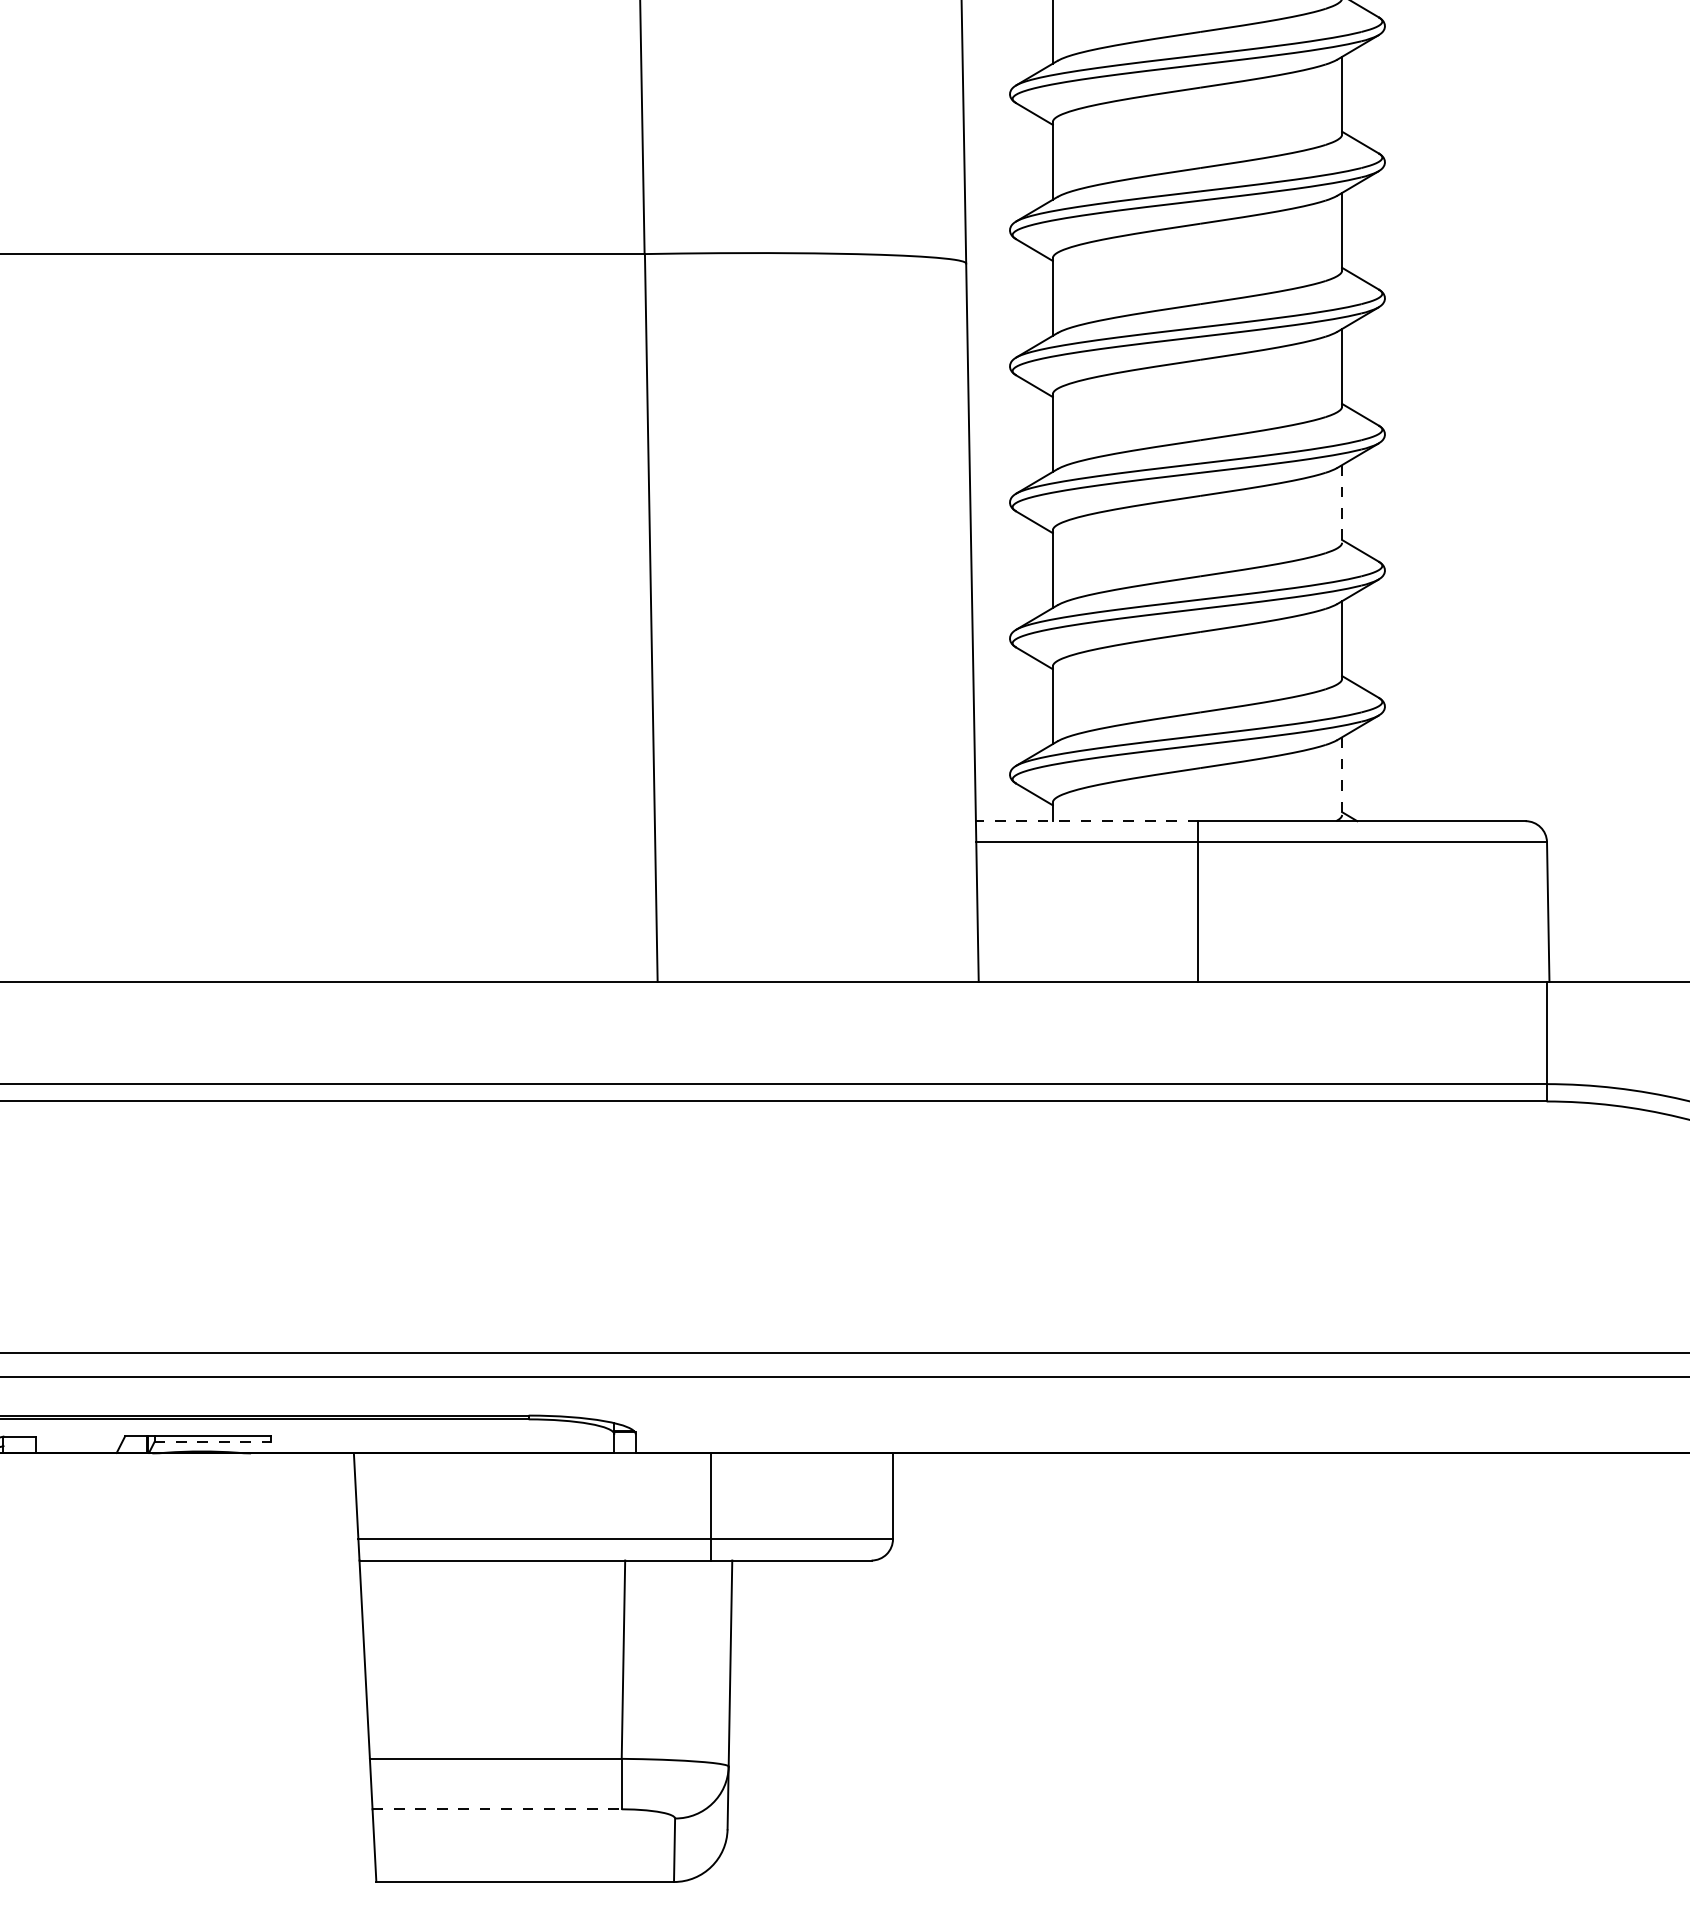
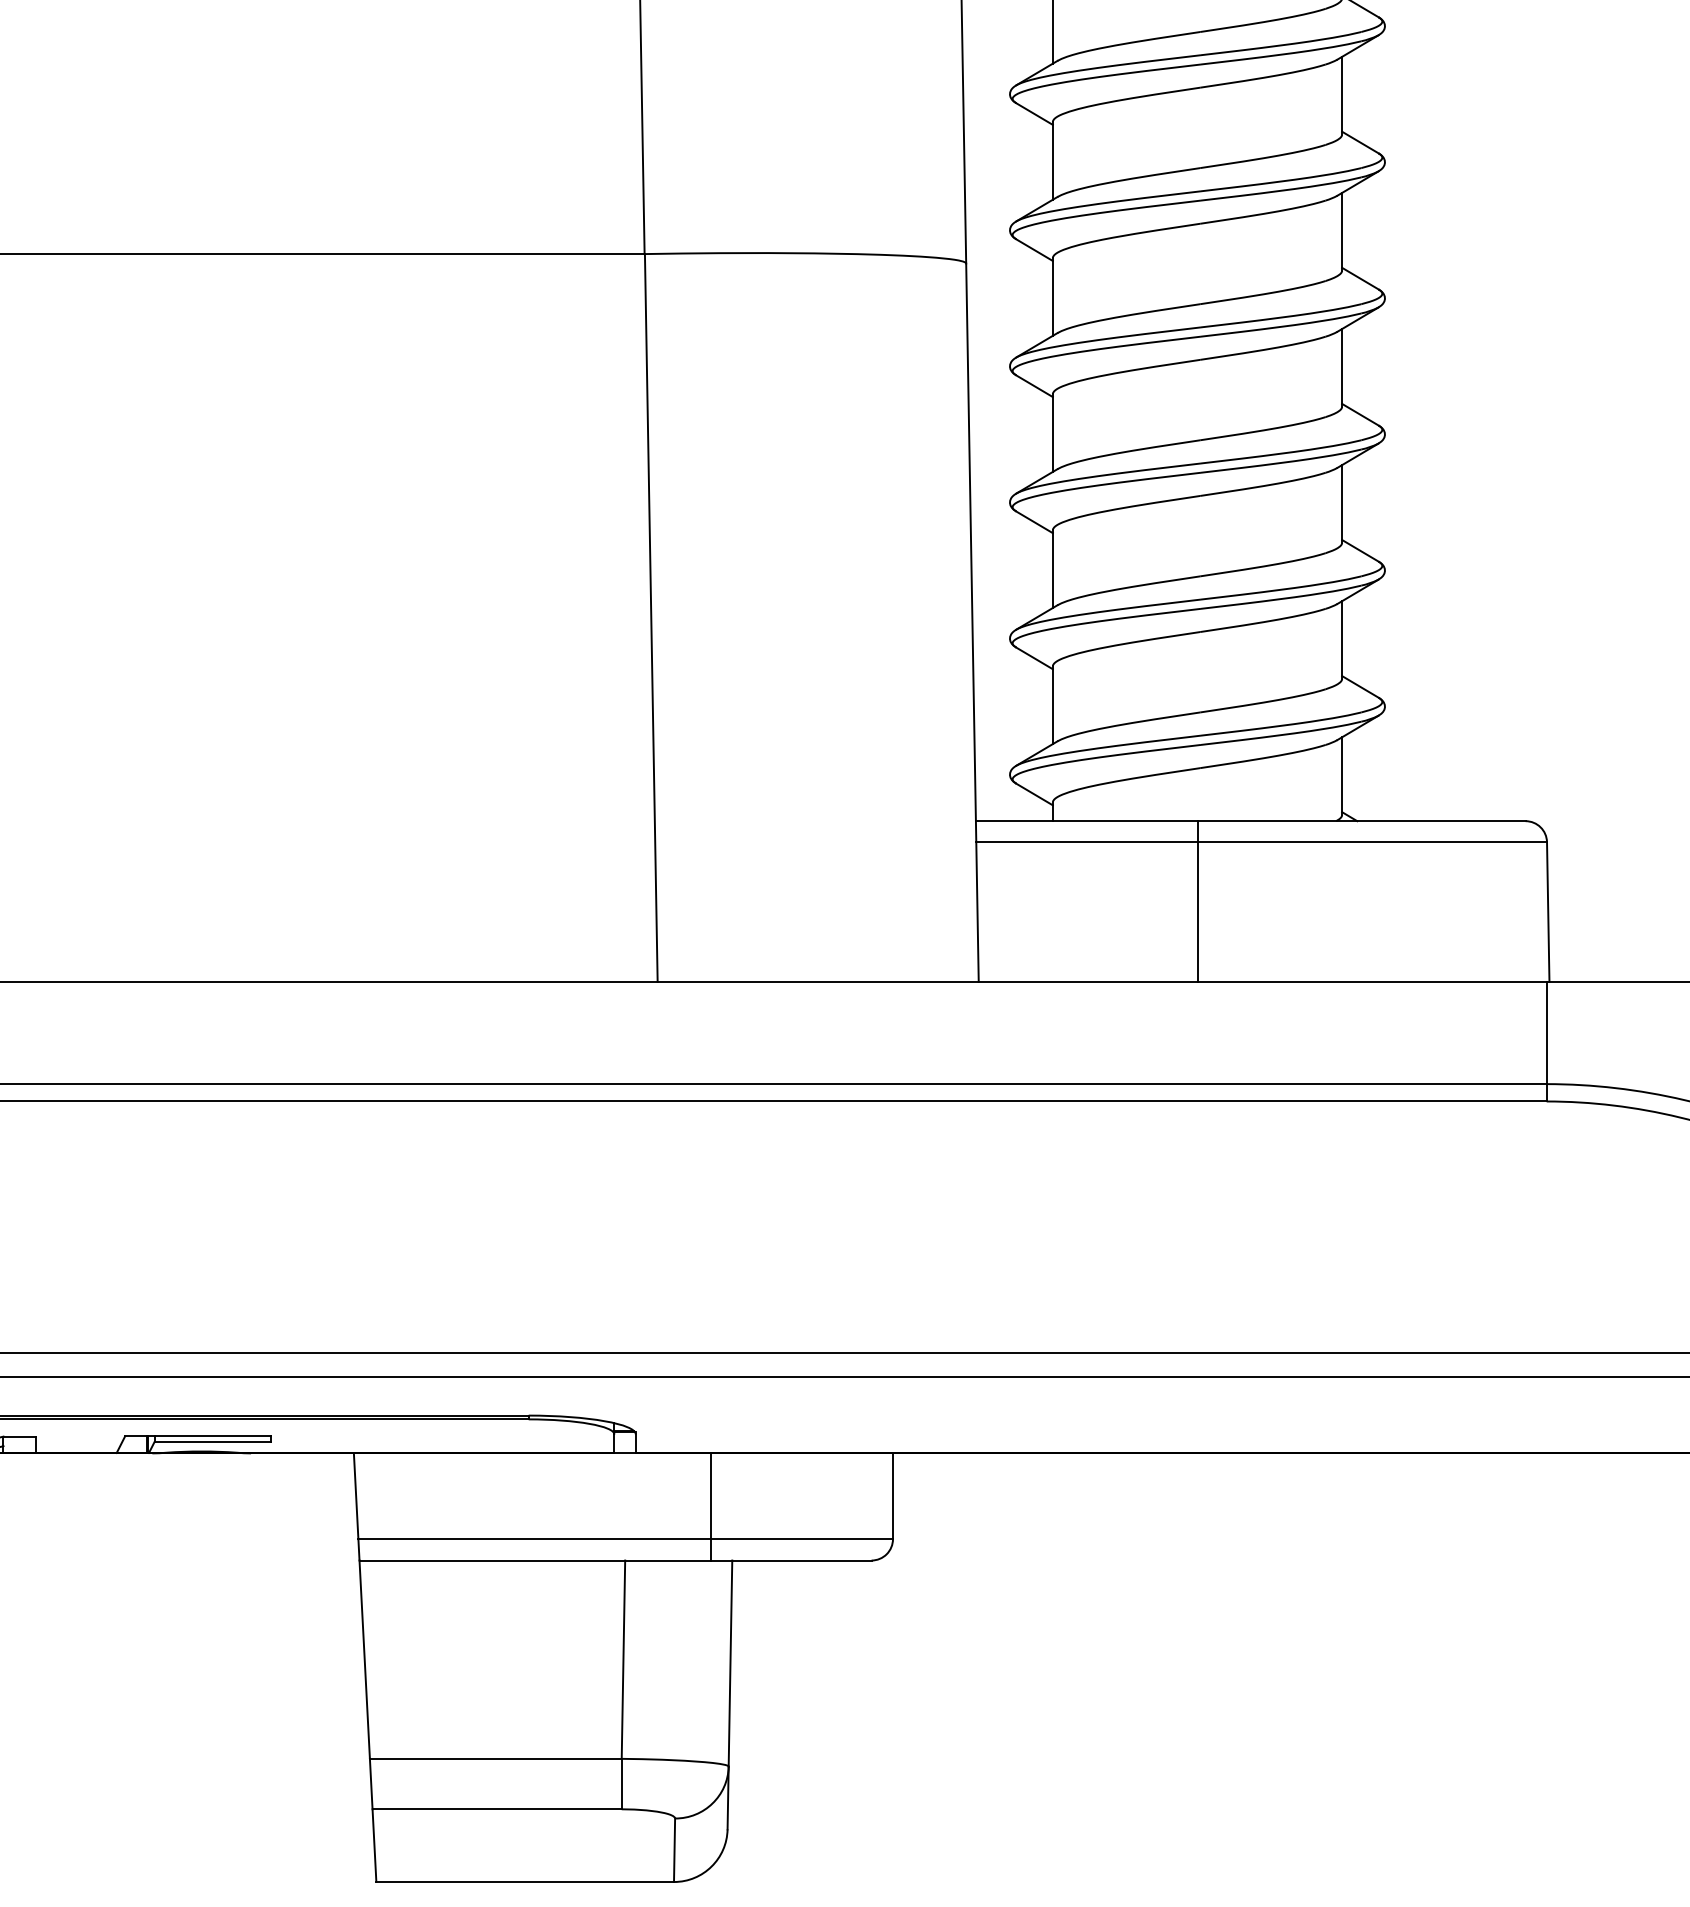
line at (1342, 503): dashed -> solid
line at (1342, 776): dashed -> solid
line at (1086, 821): dashed -> solid
line at (213, 1442): dashed -> solid
line at (497, 1809): dashed -> solid
